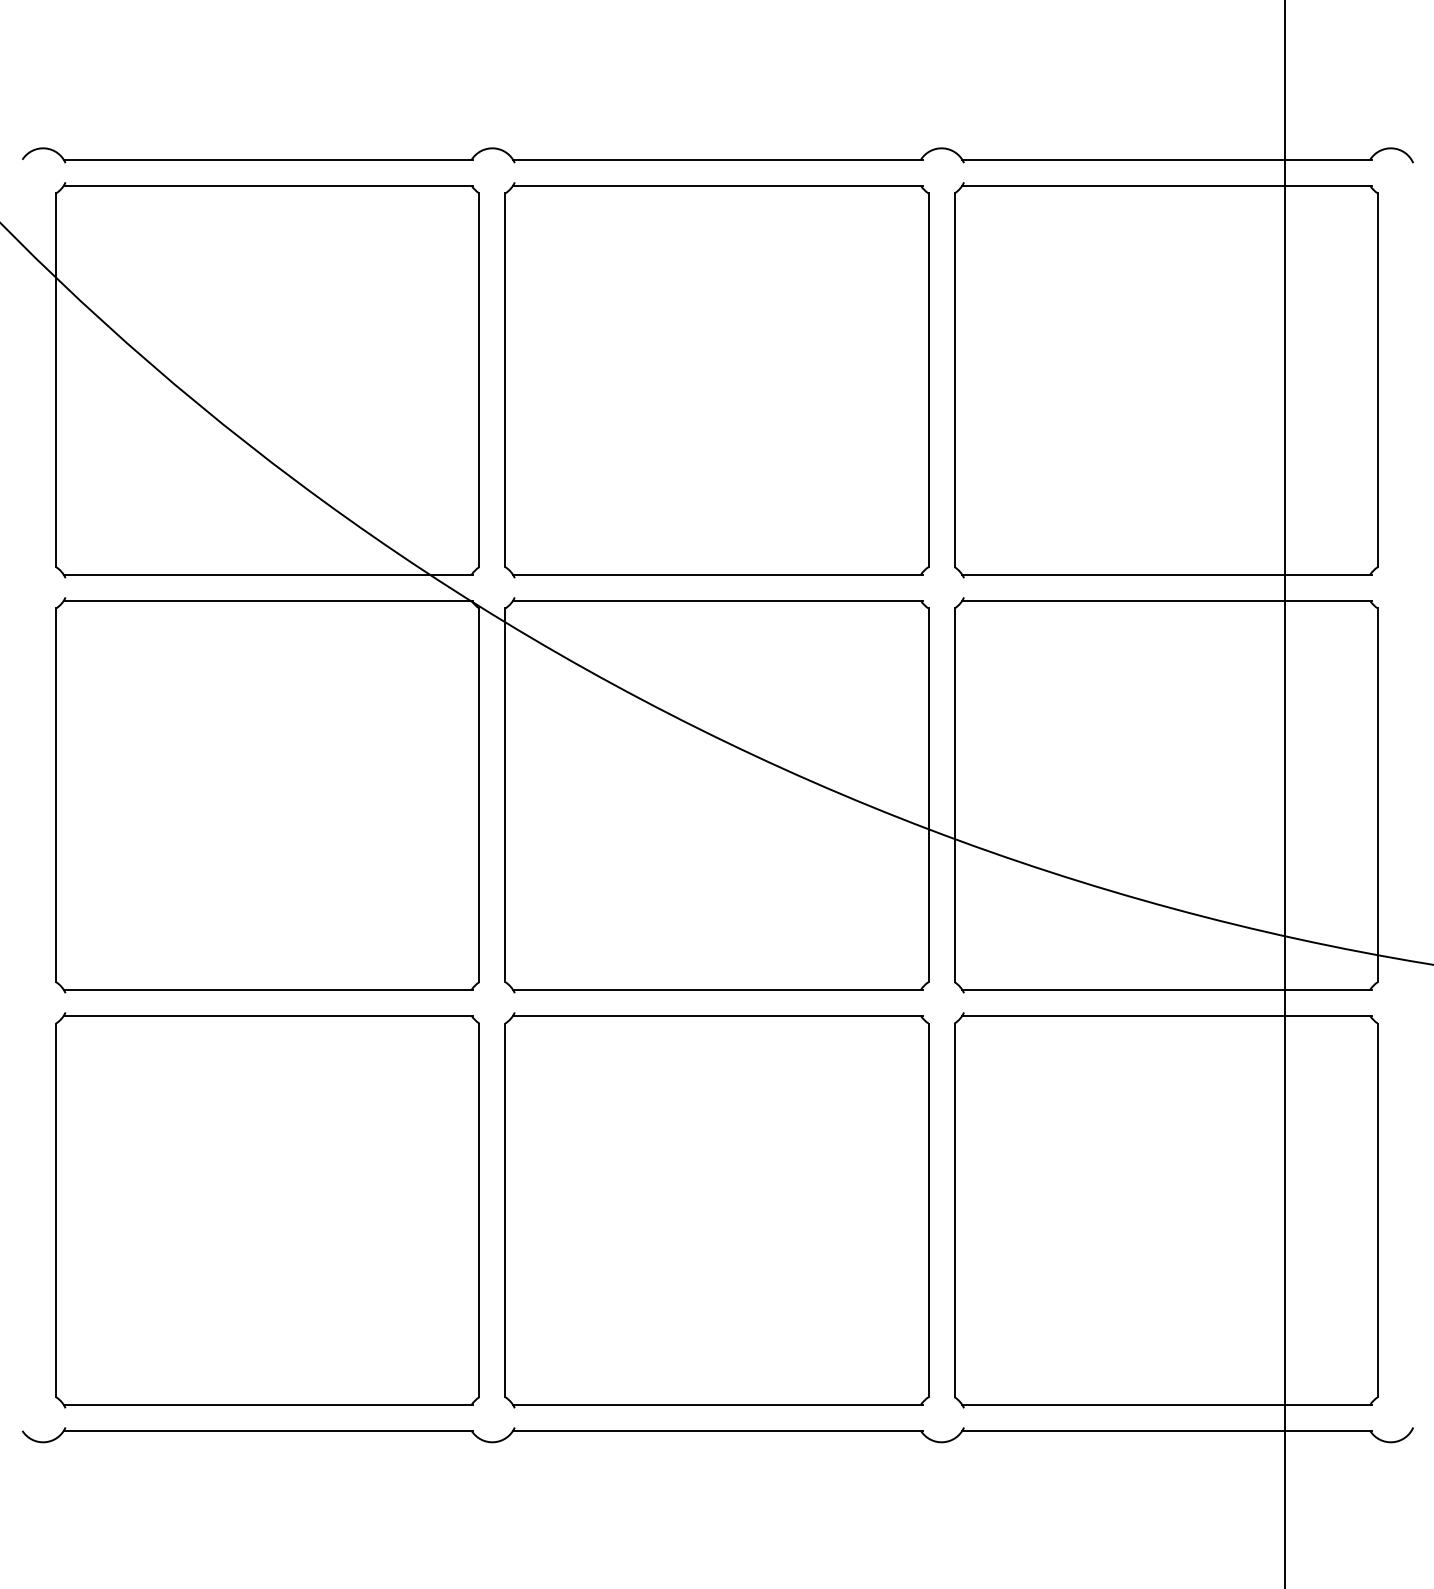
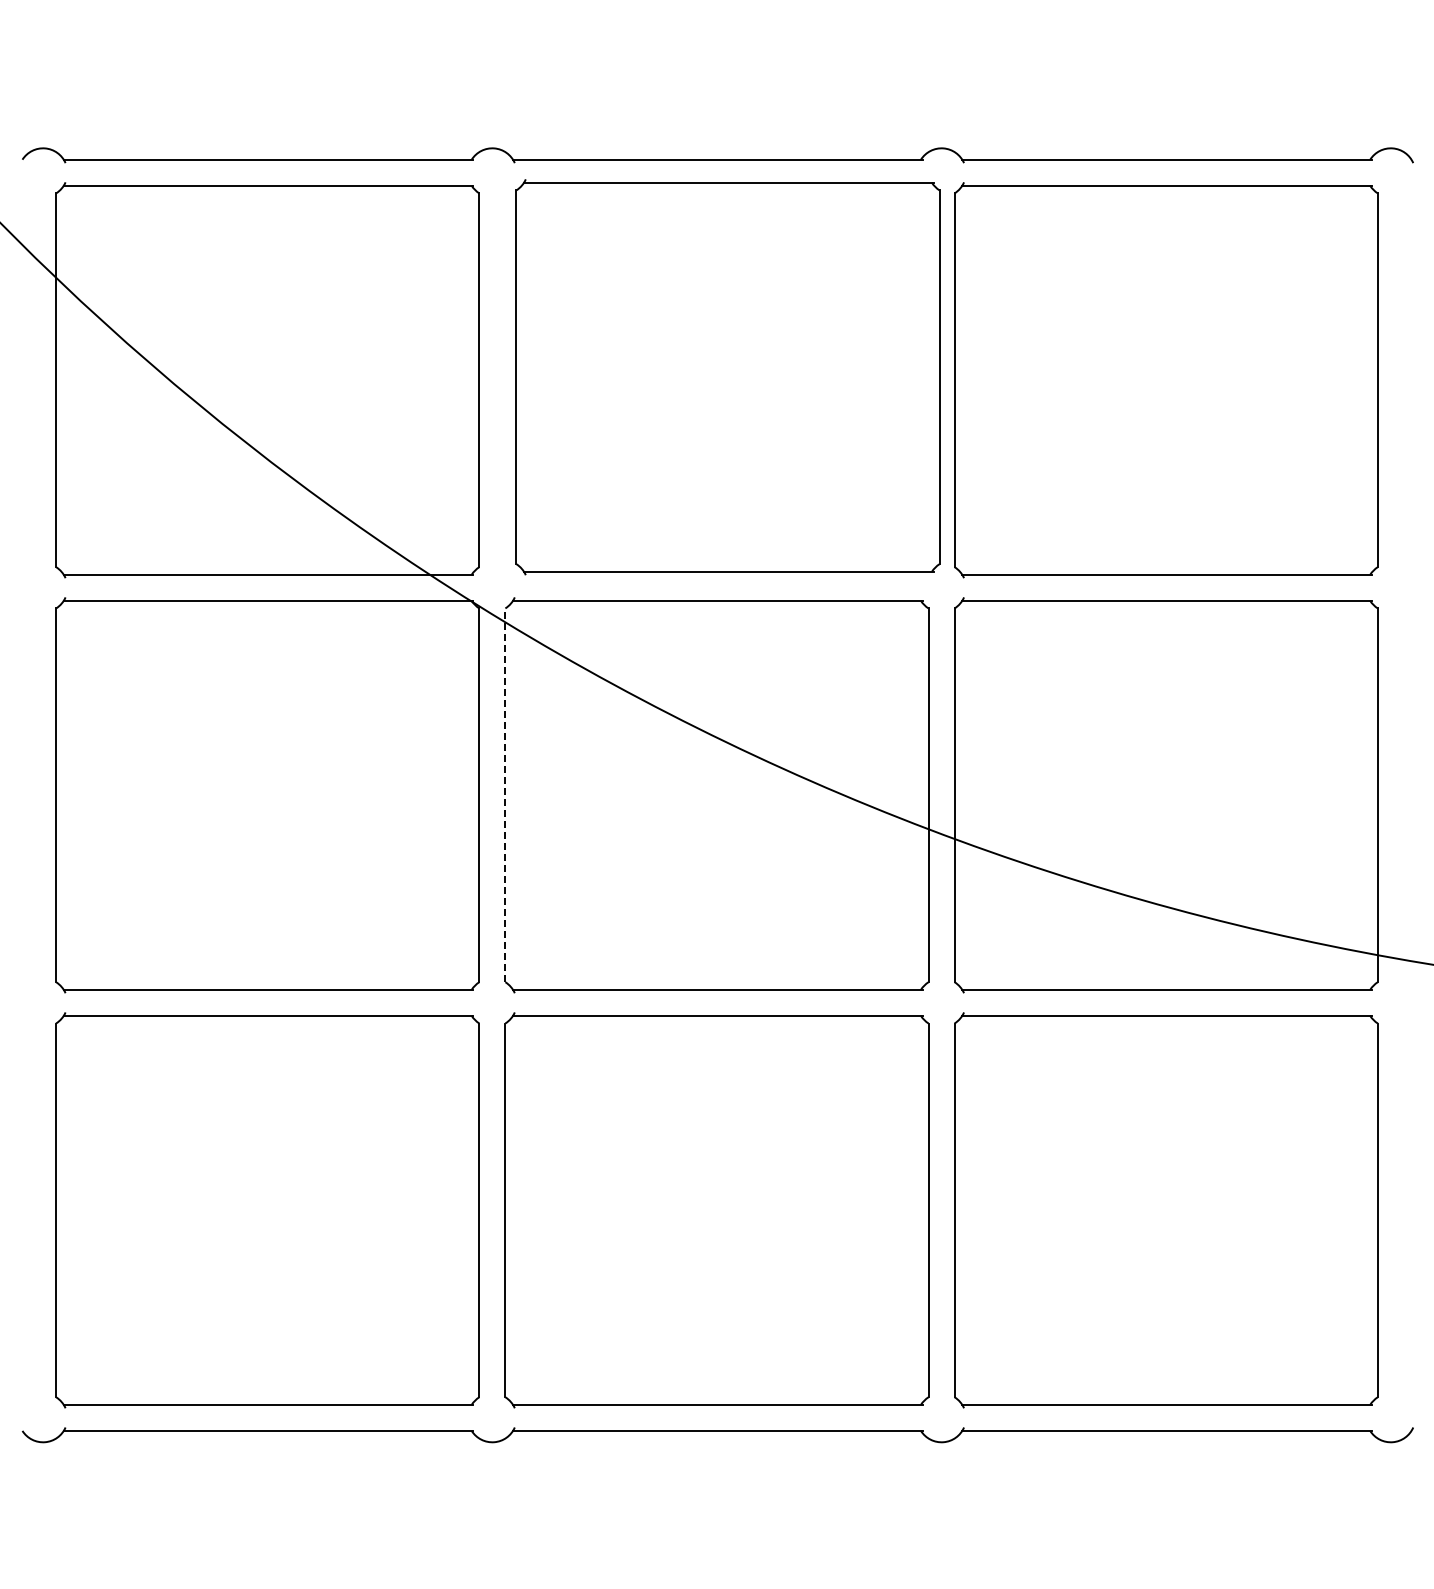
part at (716, 380) position: (716, 380) -> (727, 377)
line at (1285, 793): present -> none
line at (505, 795): solid -> dashed
